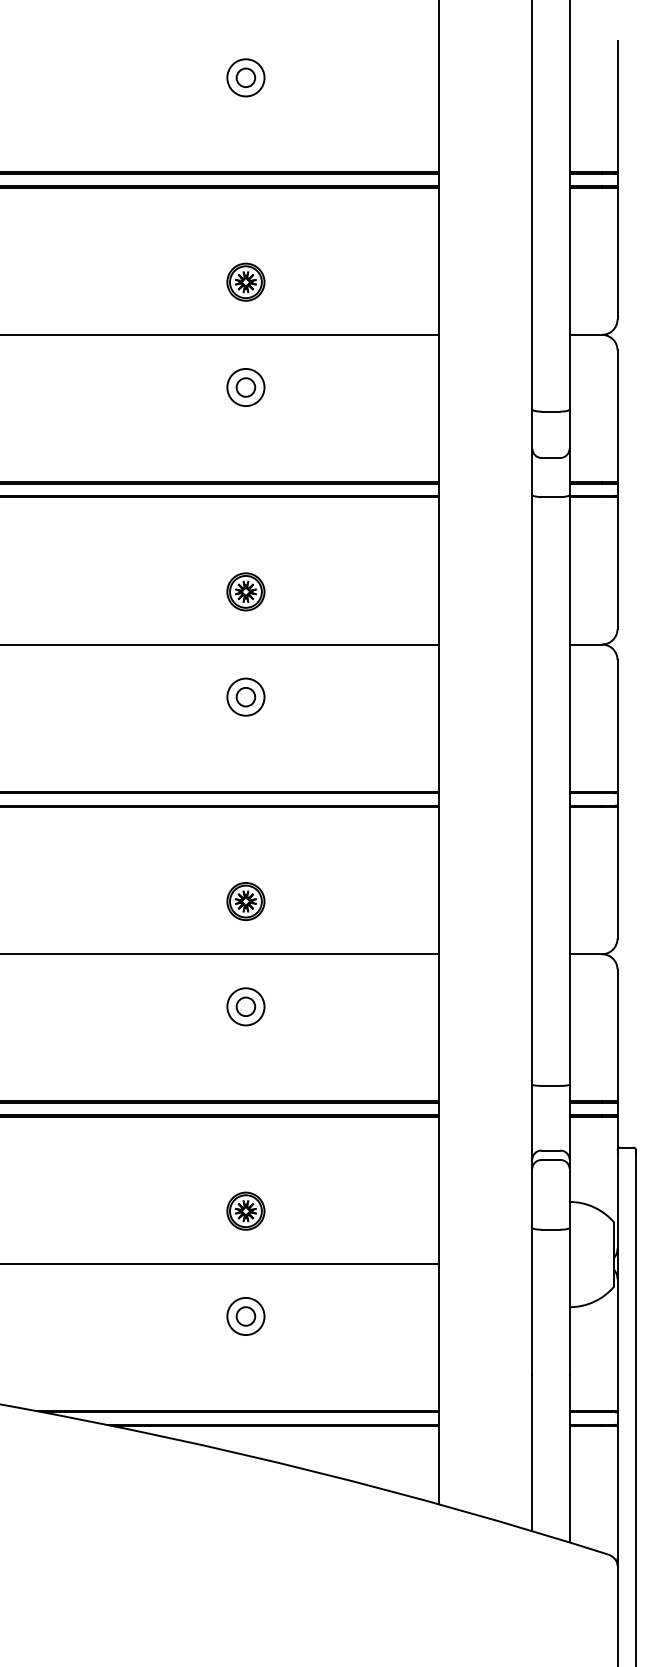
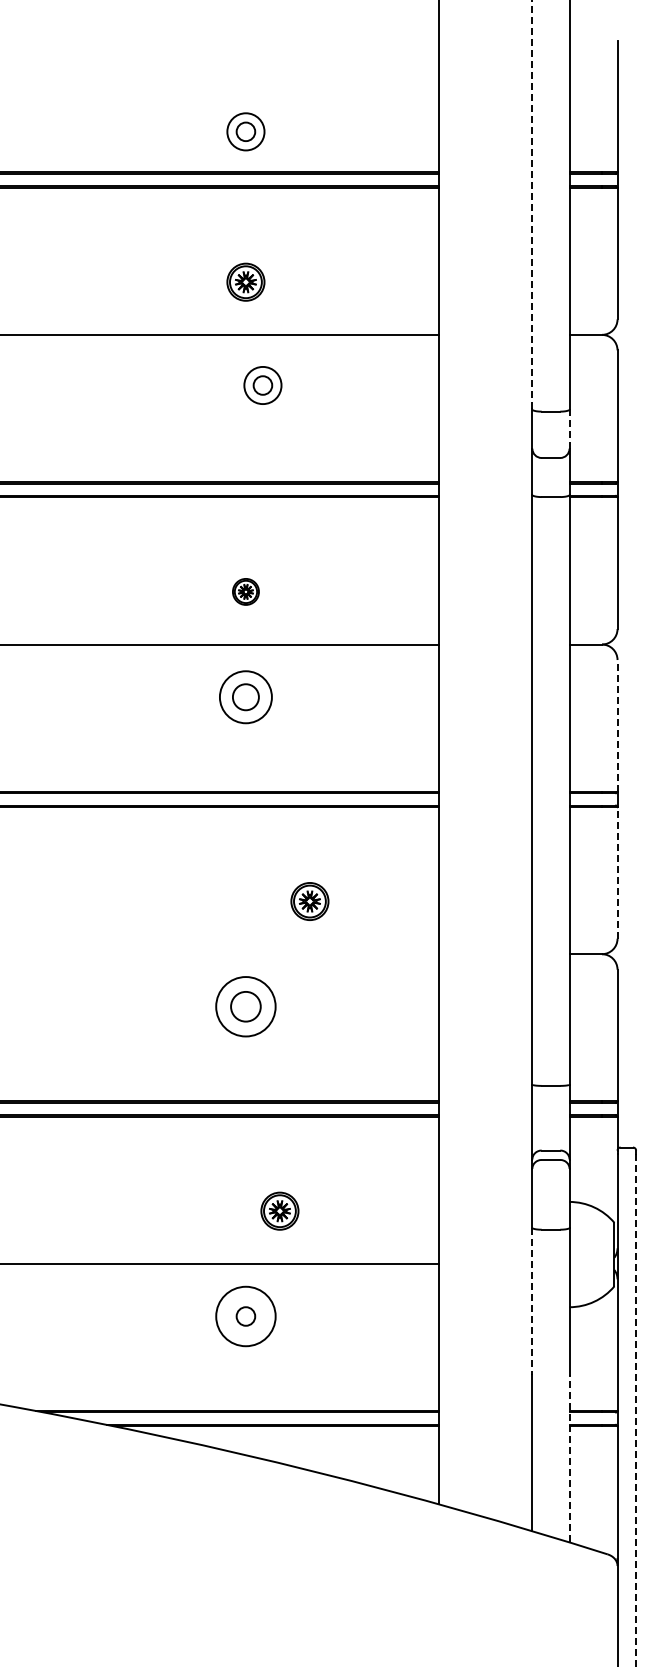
part at (245, 77) position: (245, 77) -> (245, 131)
line at (532, 204): solid -> dashed
part at (245, 387) position: (245, 387) -> (262, 385)
line at (569, 429): solid -> dashed
part at (245, 591) size: 40x40 px -> 28x28 px
part at (245, 696) size: 40x40 px -> 54x55 px
line at (617, 725): solid -> dashed
line at (617, 872): solid -> dashed
part at (245, 901) position: (245, 901) -> (309, 901)
line at (220, 954): present -> none
part at (245, 1006) size: 40x40 px -> 62x62 px
part at (245, 1210) position: (245, 1210) -> (279, 1210)
line at (532, 1301): solid -> dashed
circle at (245, 1316) diameter: 37 px -> 59 px
line at (636, 1411): solid -> dashed
line at (569, 1458): solid -> dashed
